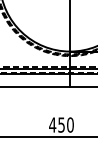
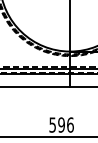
text at (61, 124): 450 -> 596
